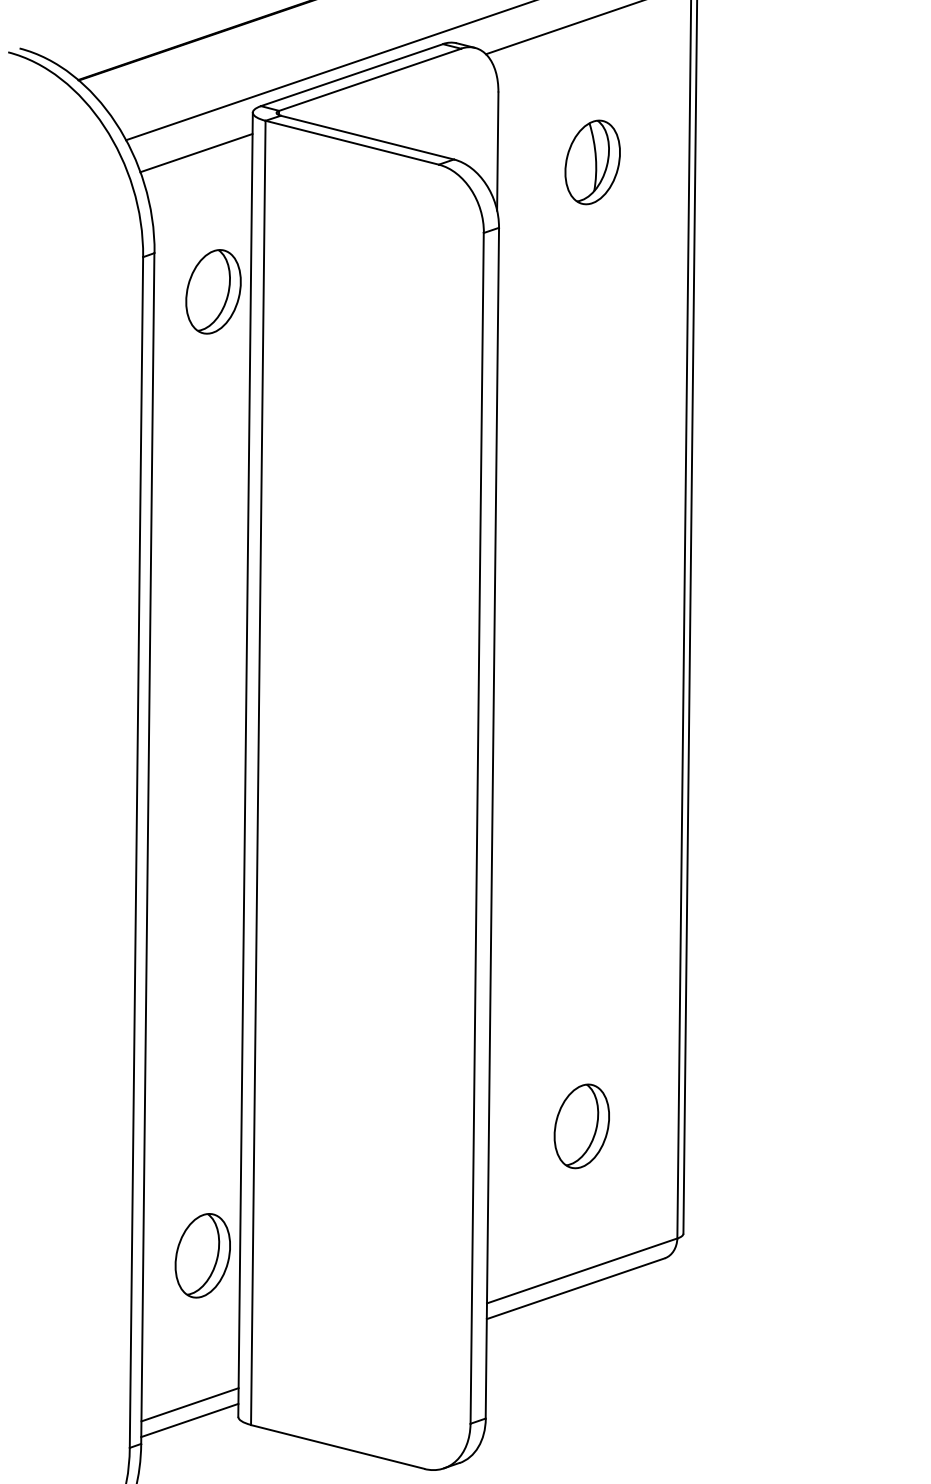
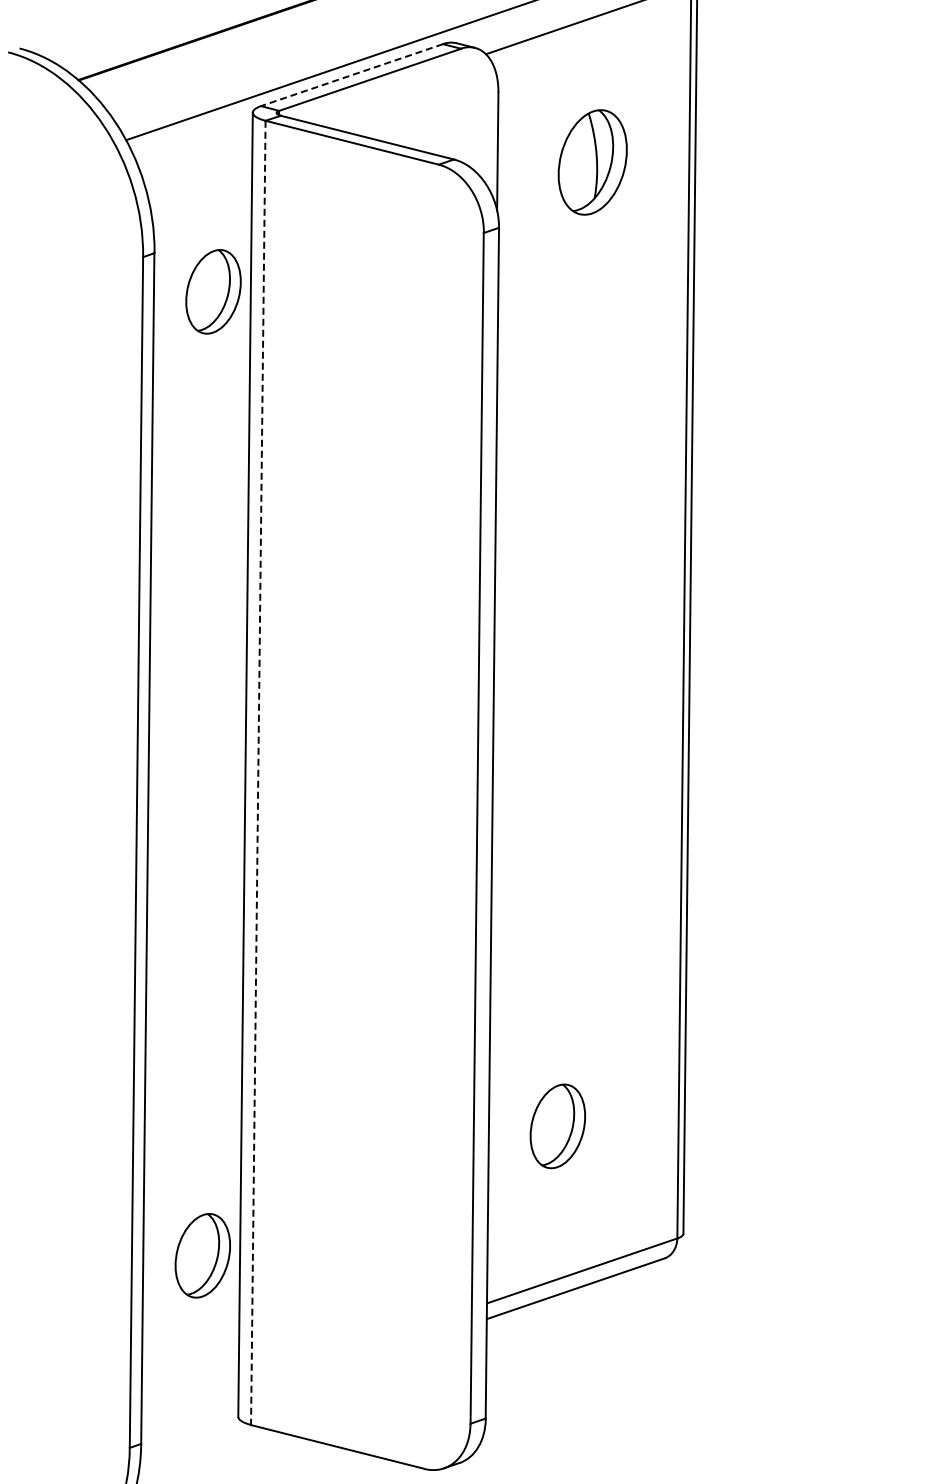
line at (351, 75): solid -> dashed
line at (196, 153): present -> none
part at (592, 162) size: 57x87 px -> 71x107 px
line at (258, 773): solid -> dashed
part at (581, 1126) position: (581, 1126) -> (557, 1126)
line at (189, 1404): present -> none
line at (189, 1420): present -> none
